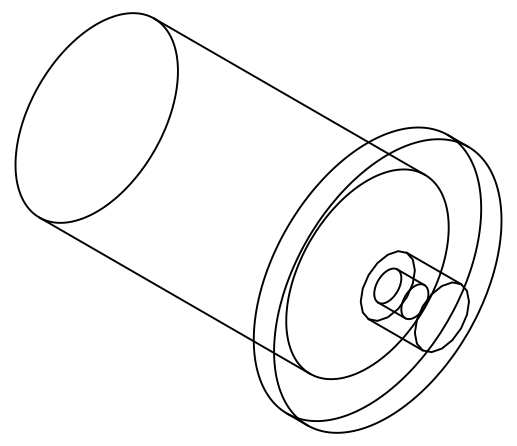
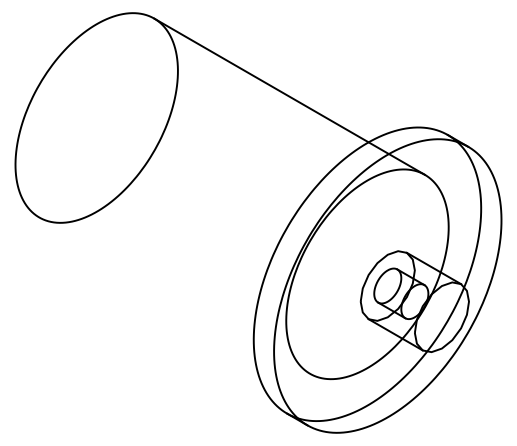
line at (174, 295): present -> none
